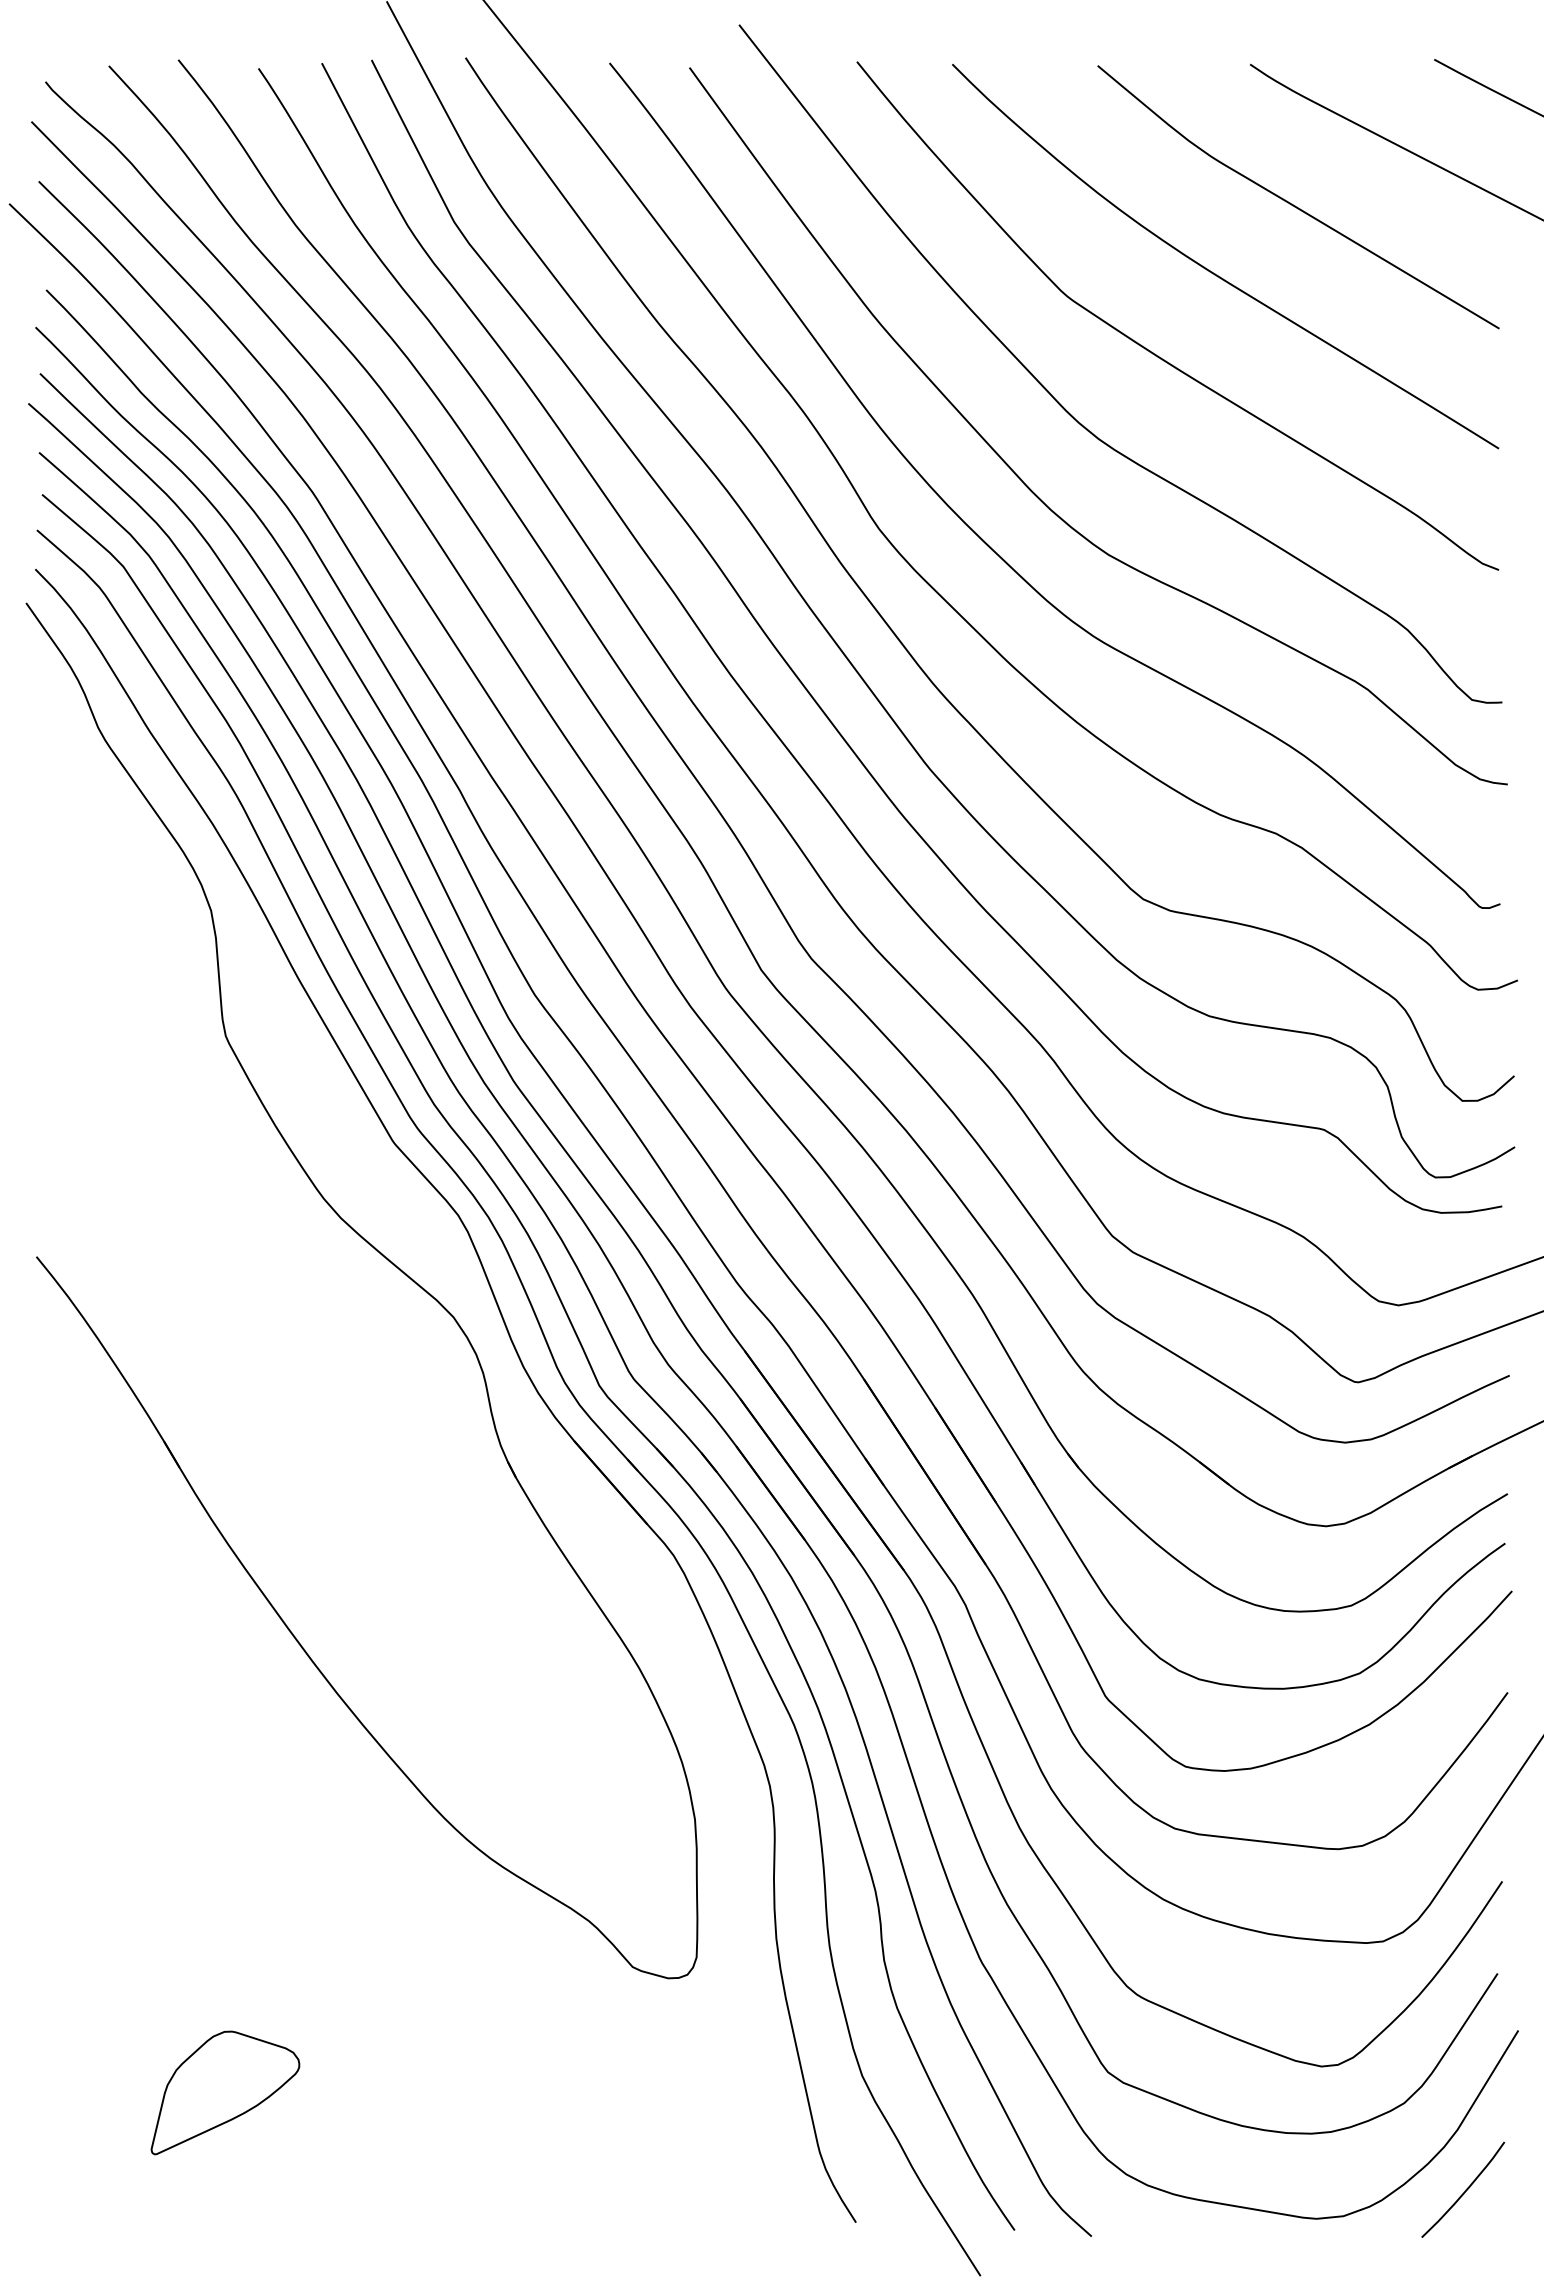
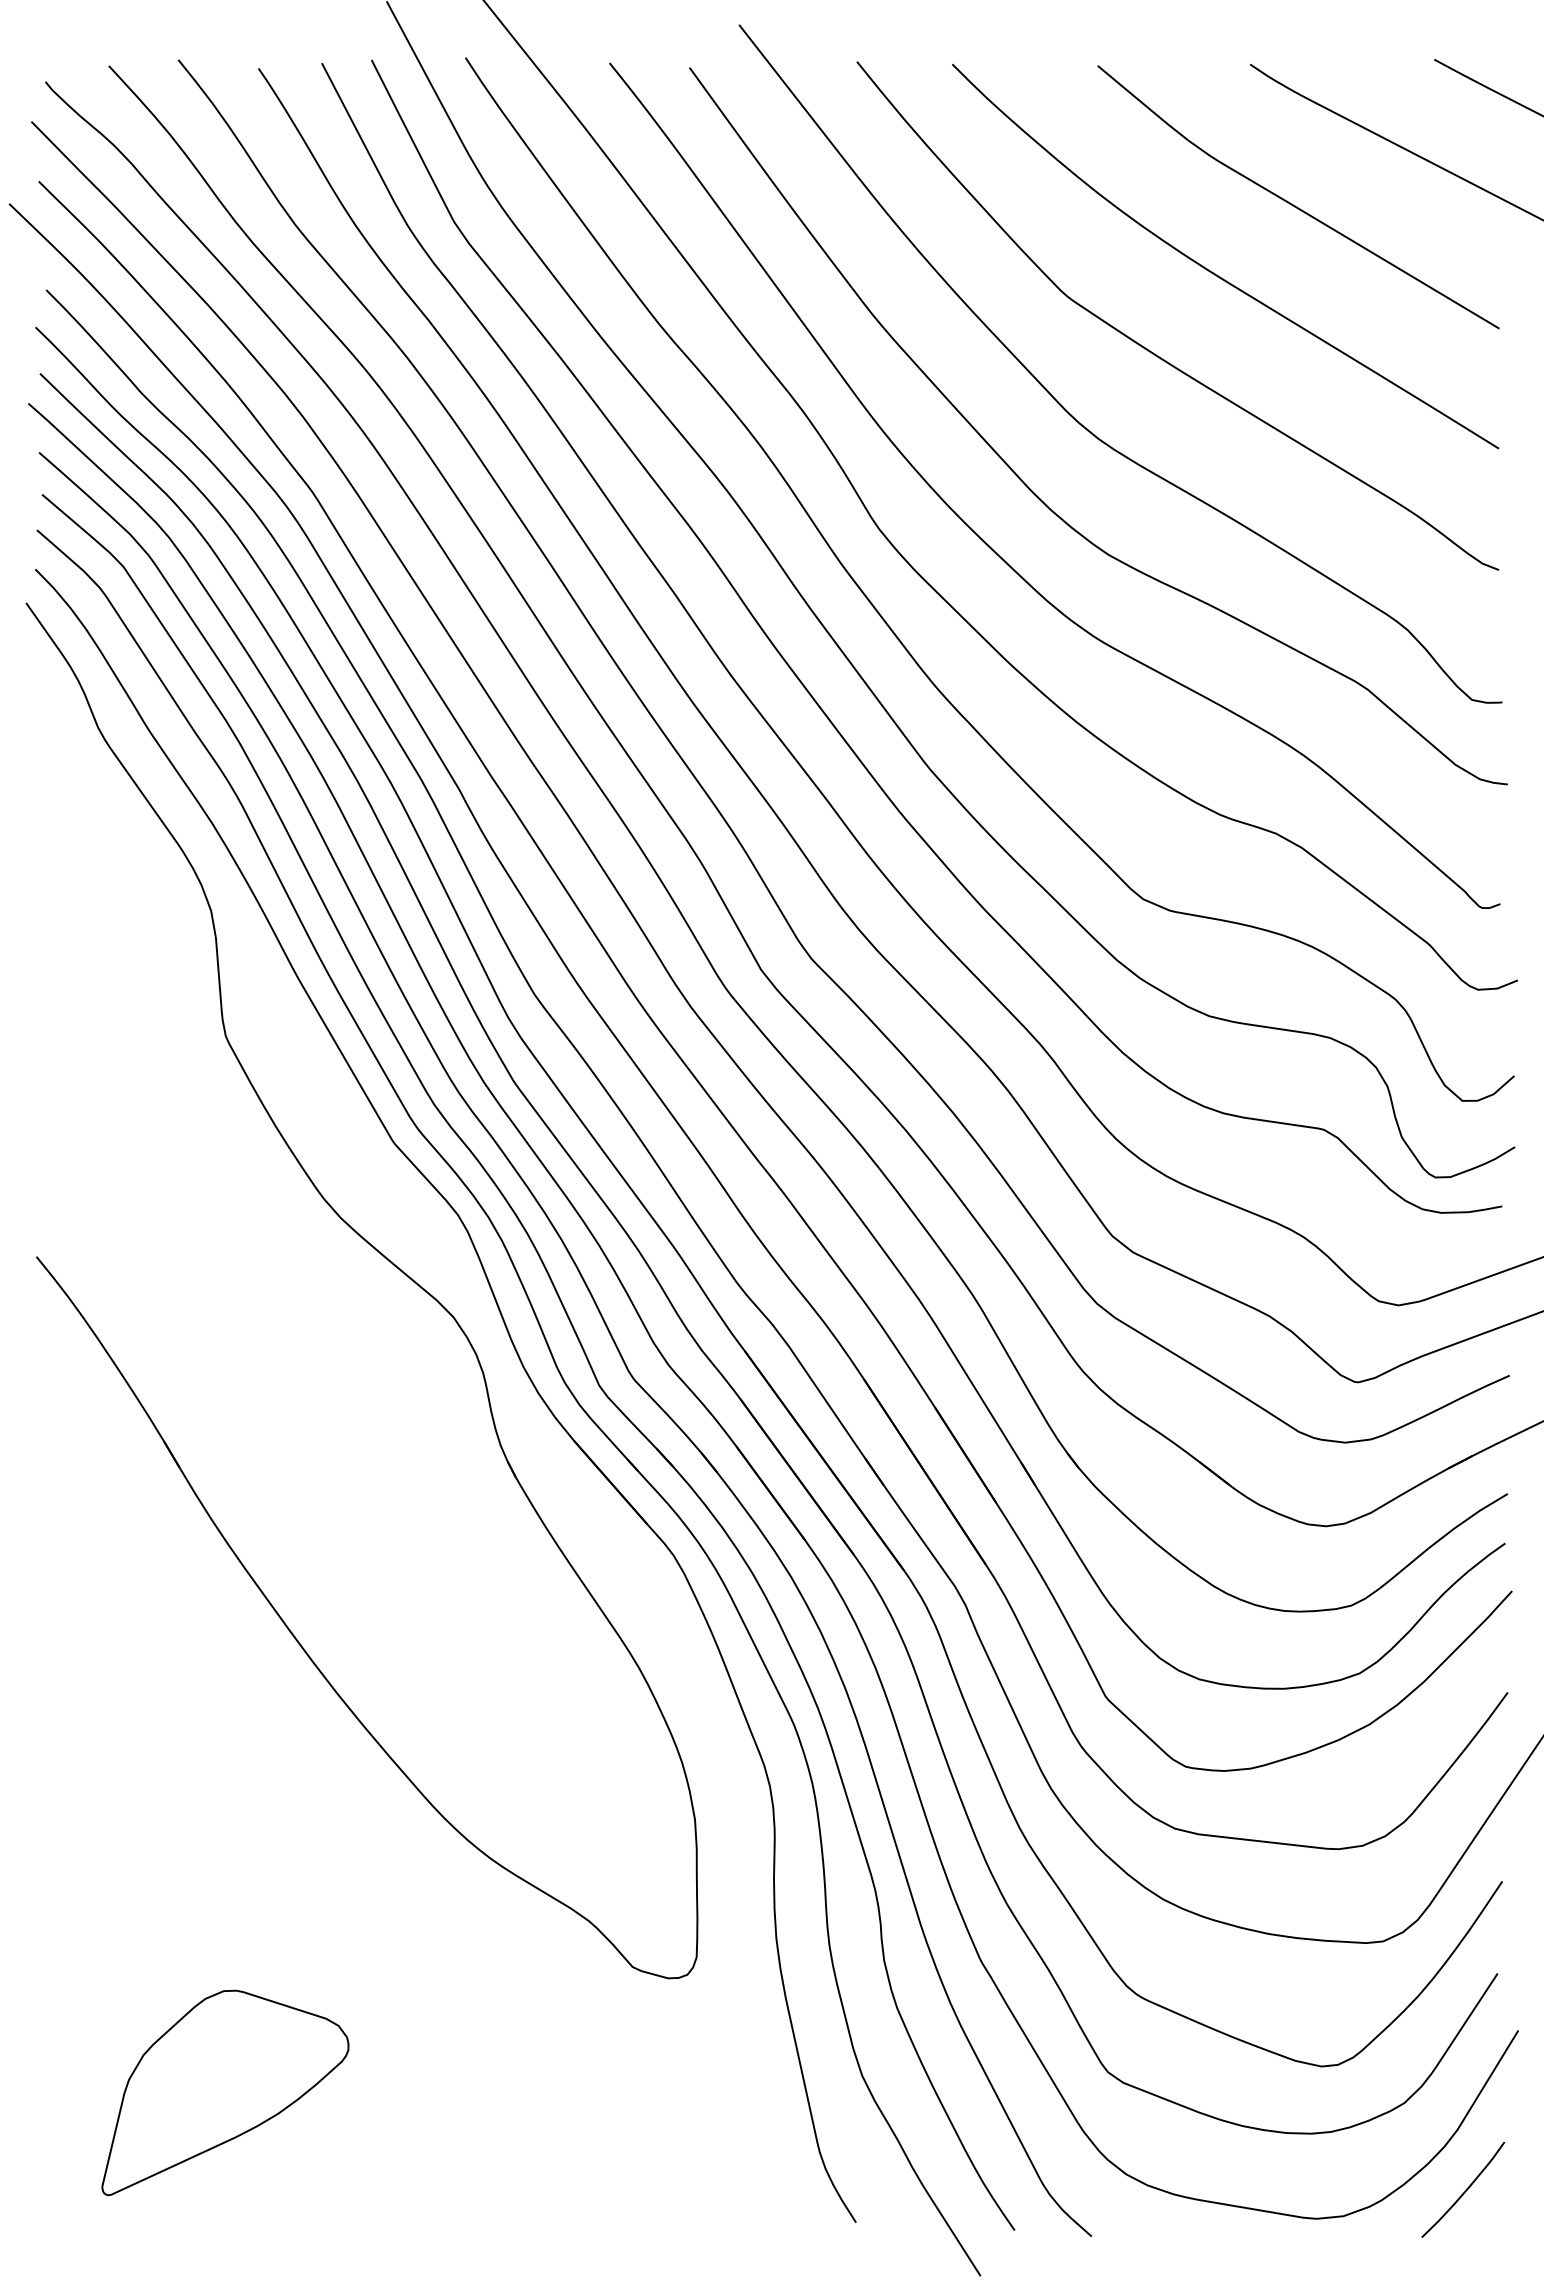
part at (225, 2092) size: 151x126 px -> 249x208 px
